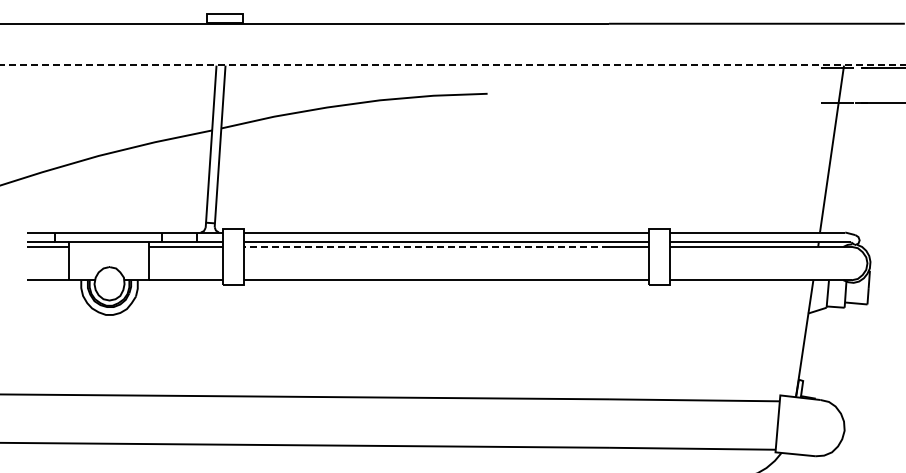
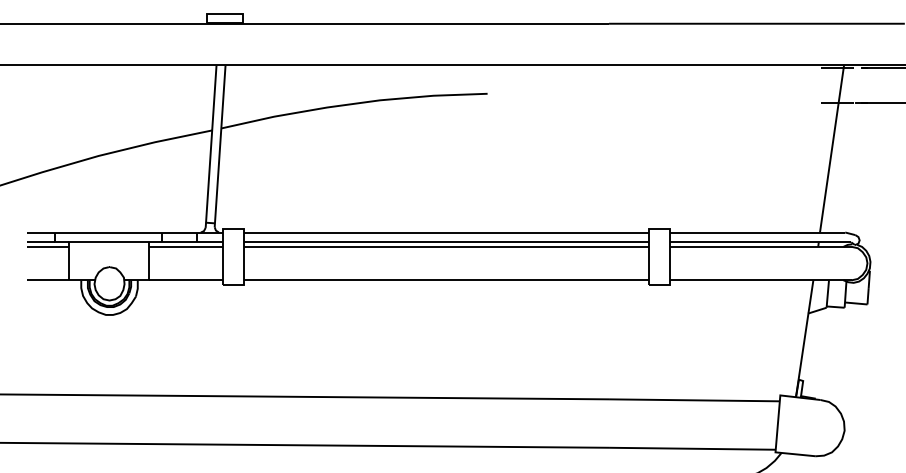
line at (454, 64): dashed -> solid
line at (426, 246): dashed -> solid
